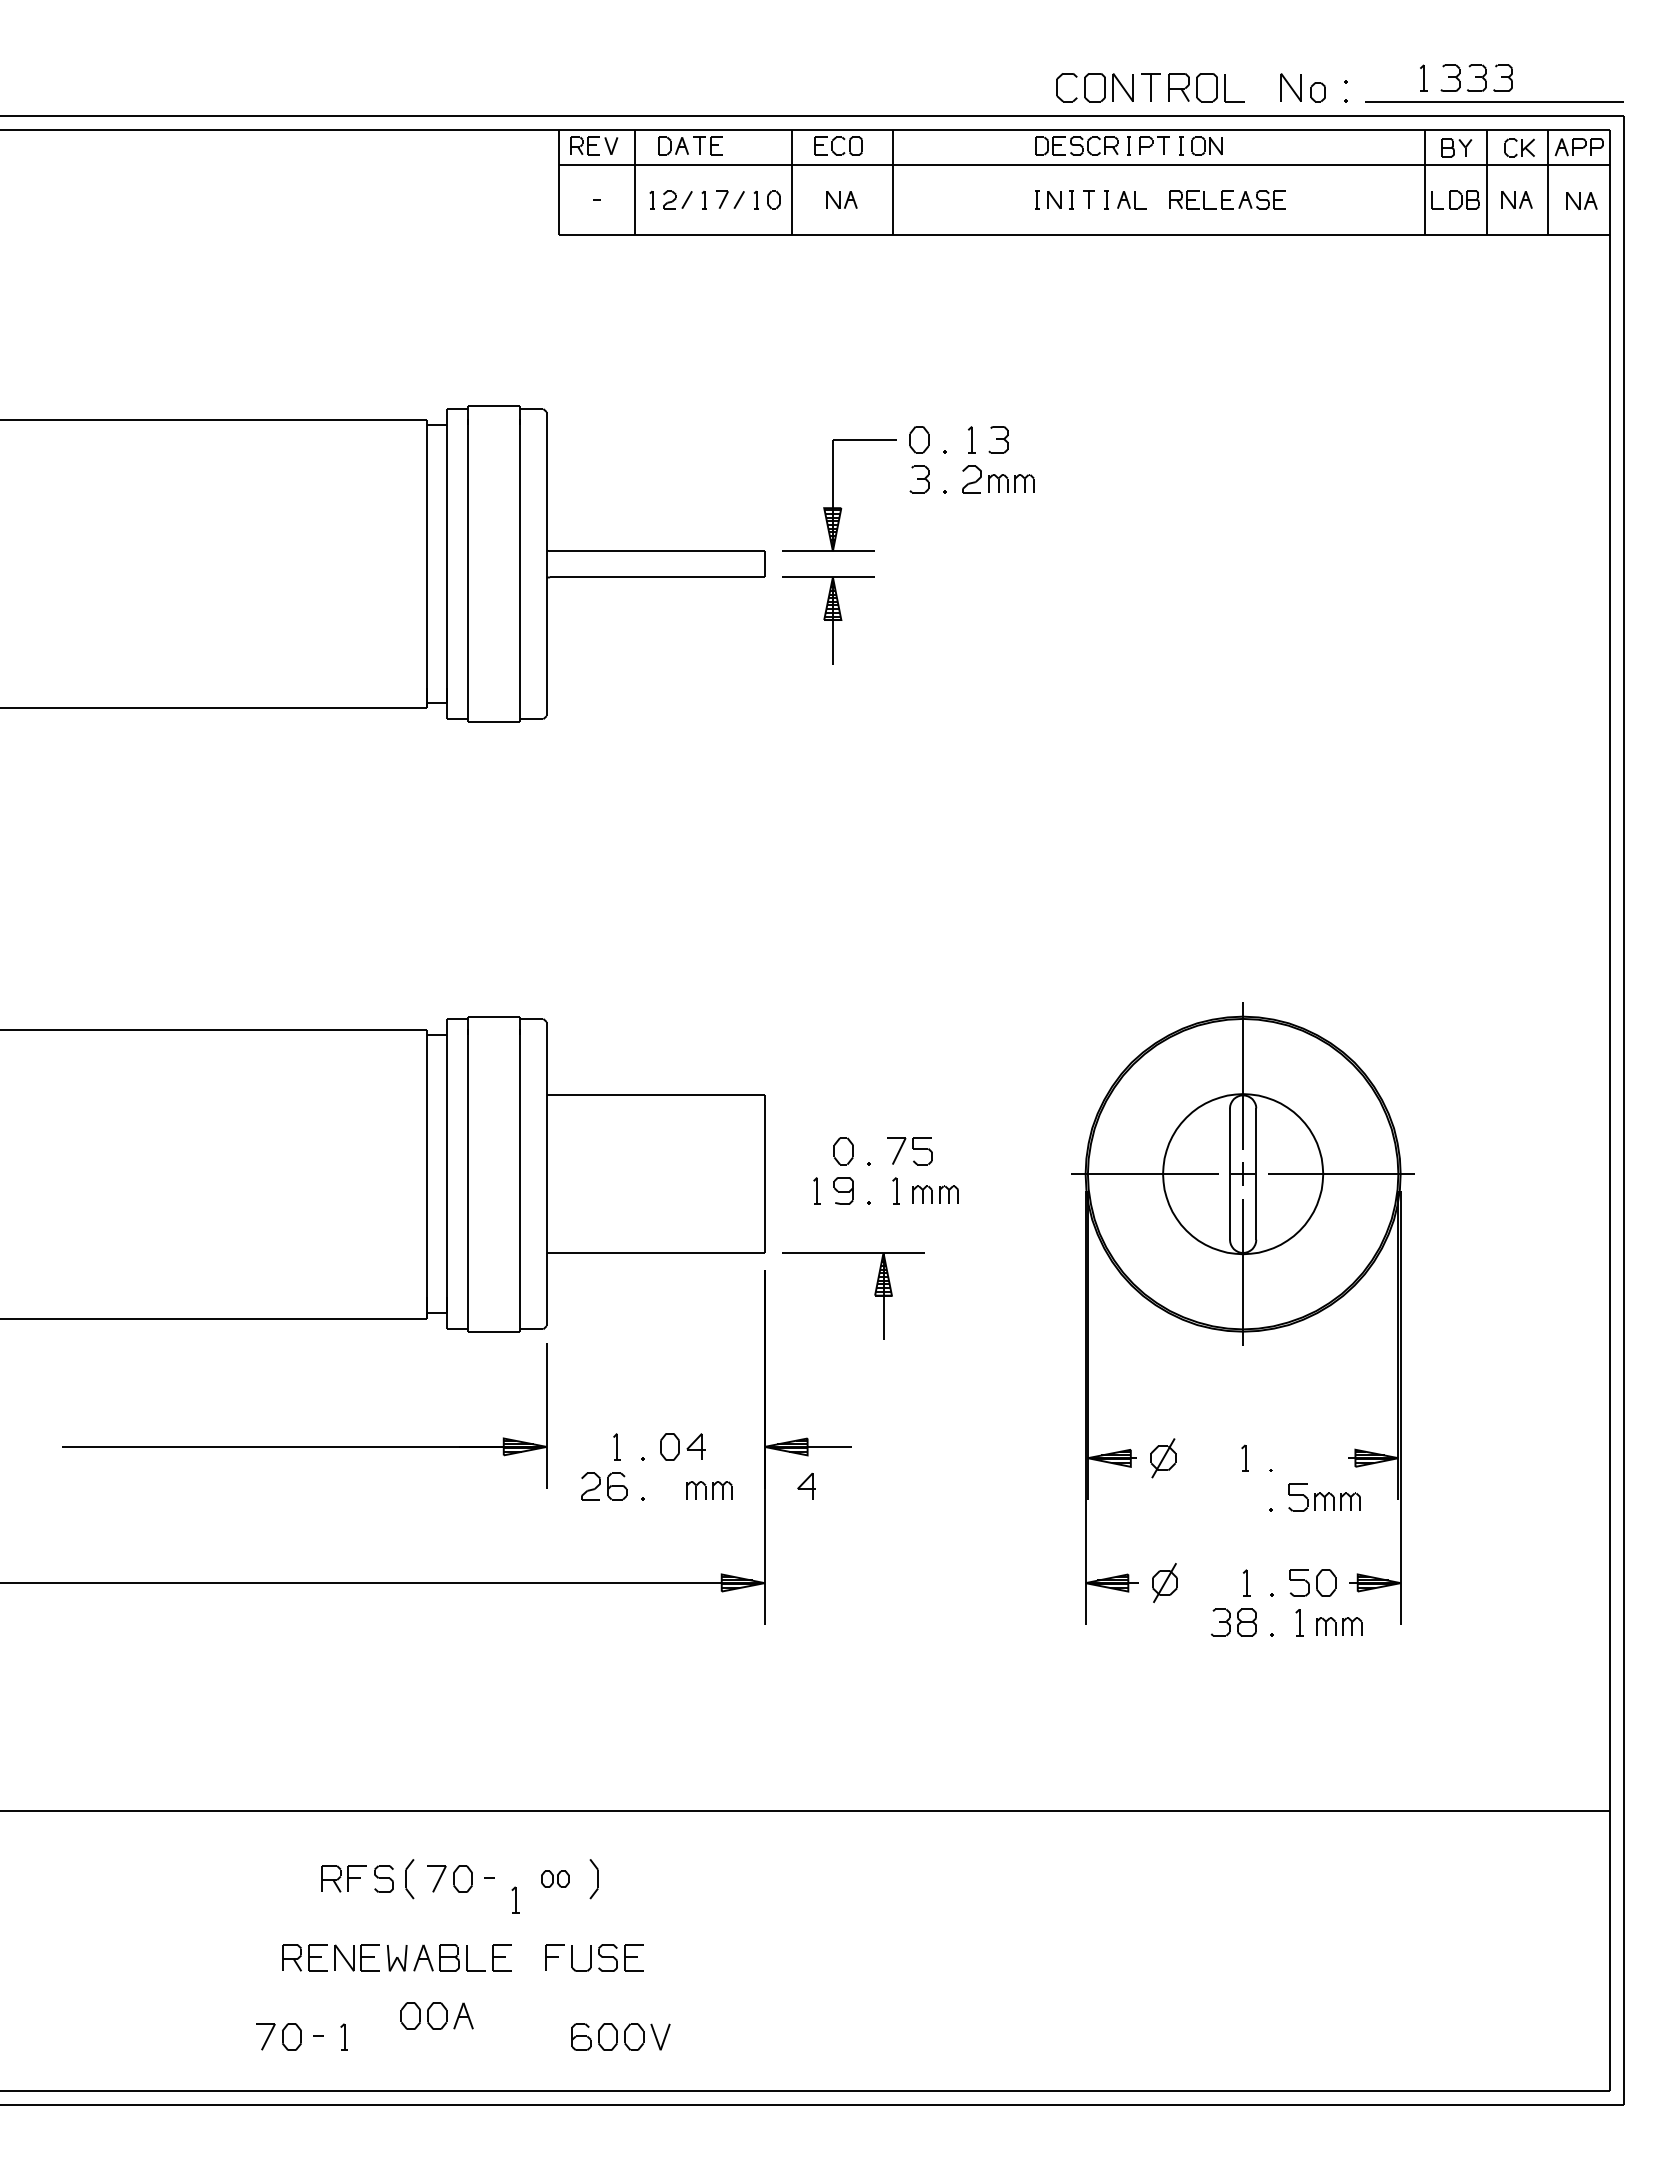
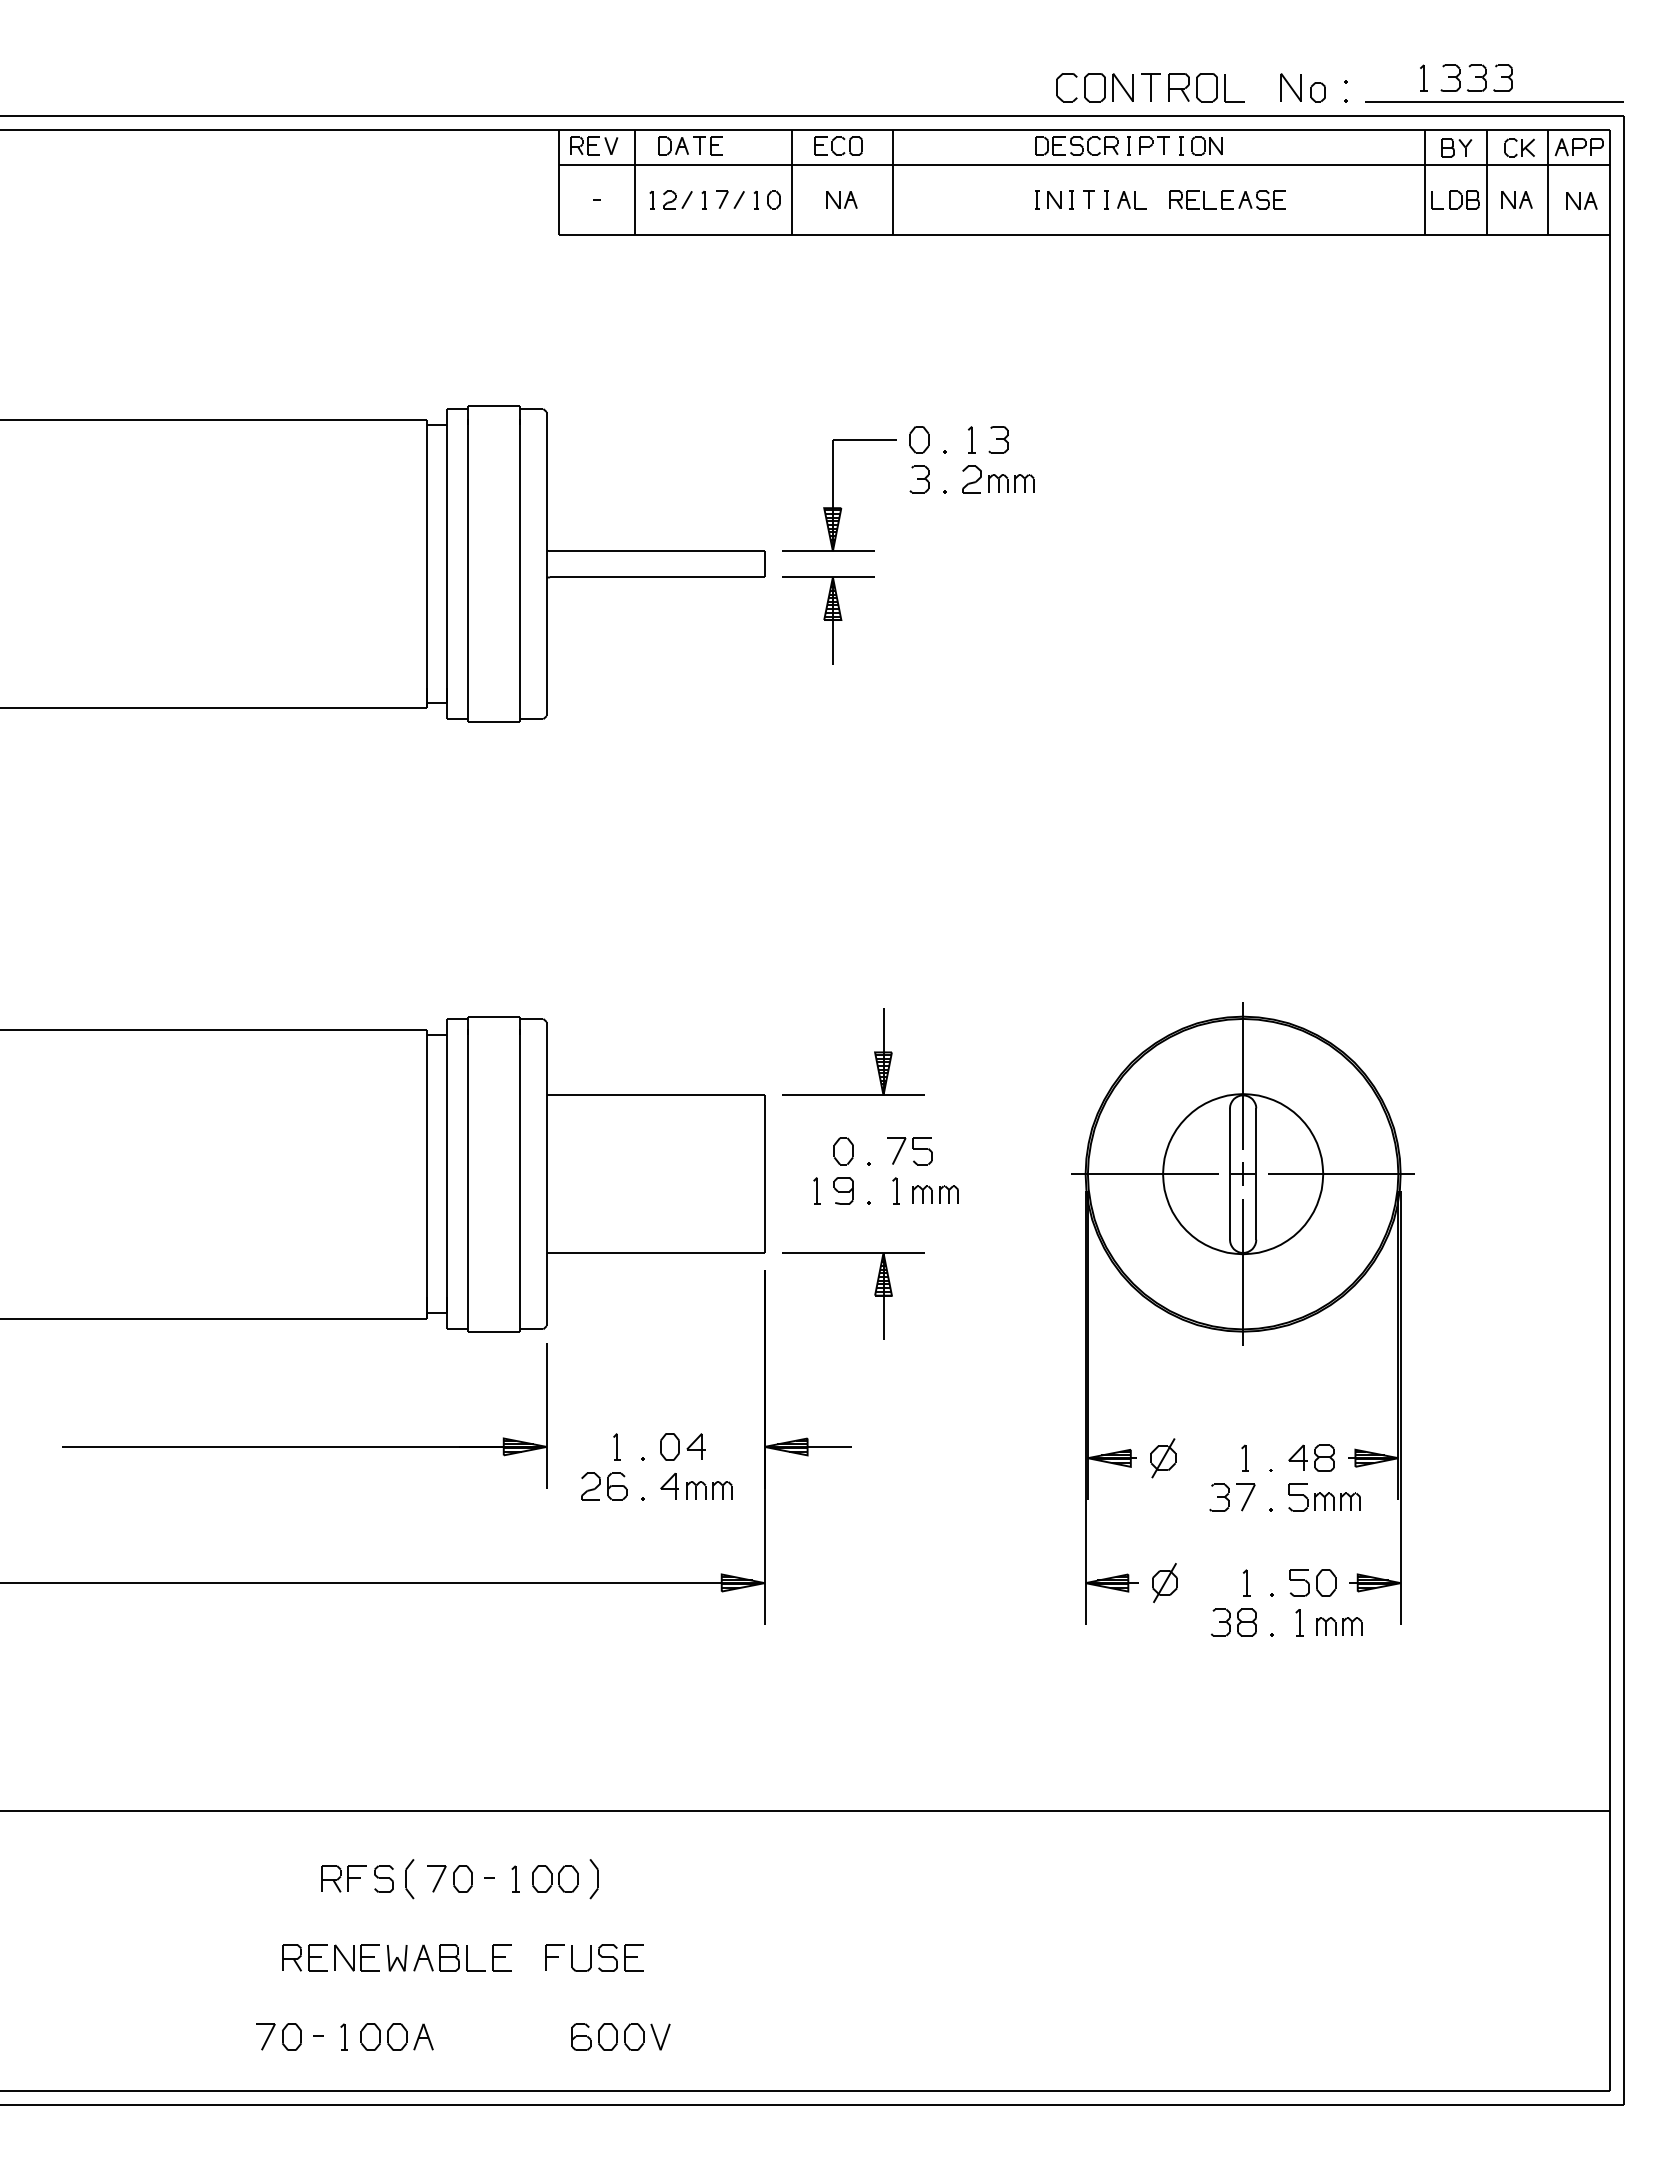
part at (874, 1051): none -> present
part at (1311, 1457): none -> present
part at (806, 1486) position: (806, 1486) -> (669, 1486)
part at (1232, 1497): none -> present
part at (555, 1878) size: 29x18 px -> 47x28 px
part at (515, 1899) position: (515, 1899) -> (515, 1878)
part at (436, 2015) position: (436, 2015) -> (396, 2036)
